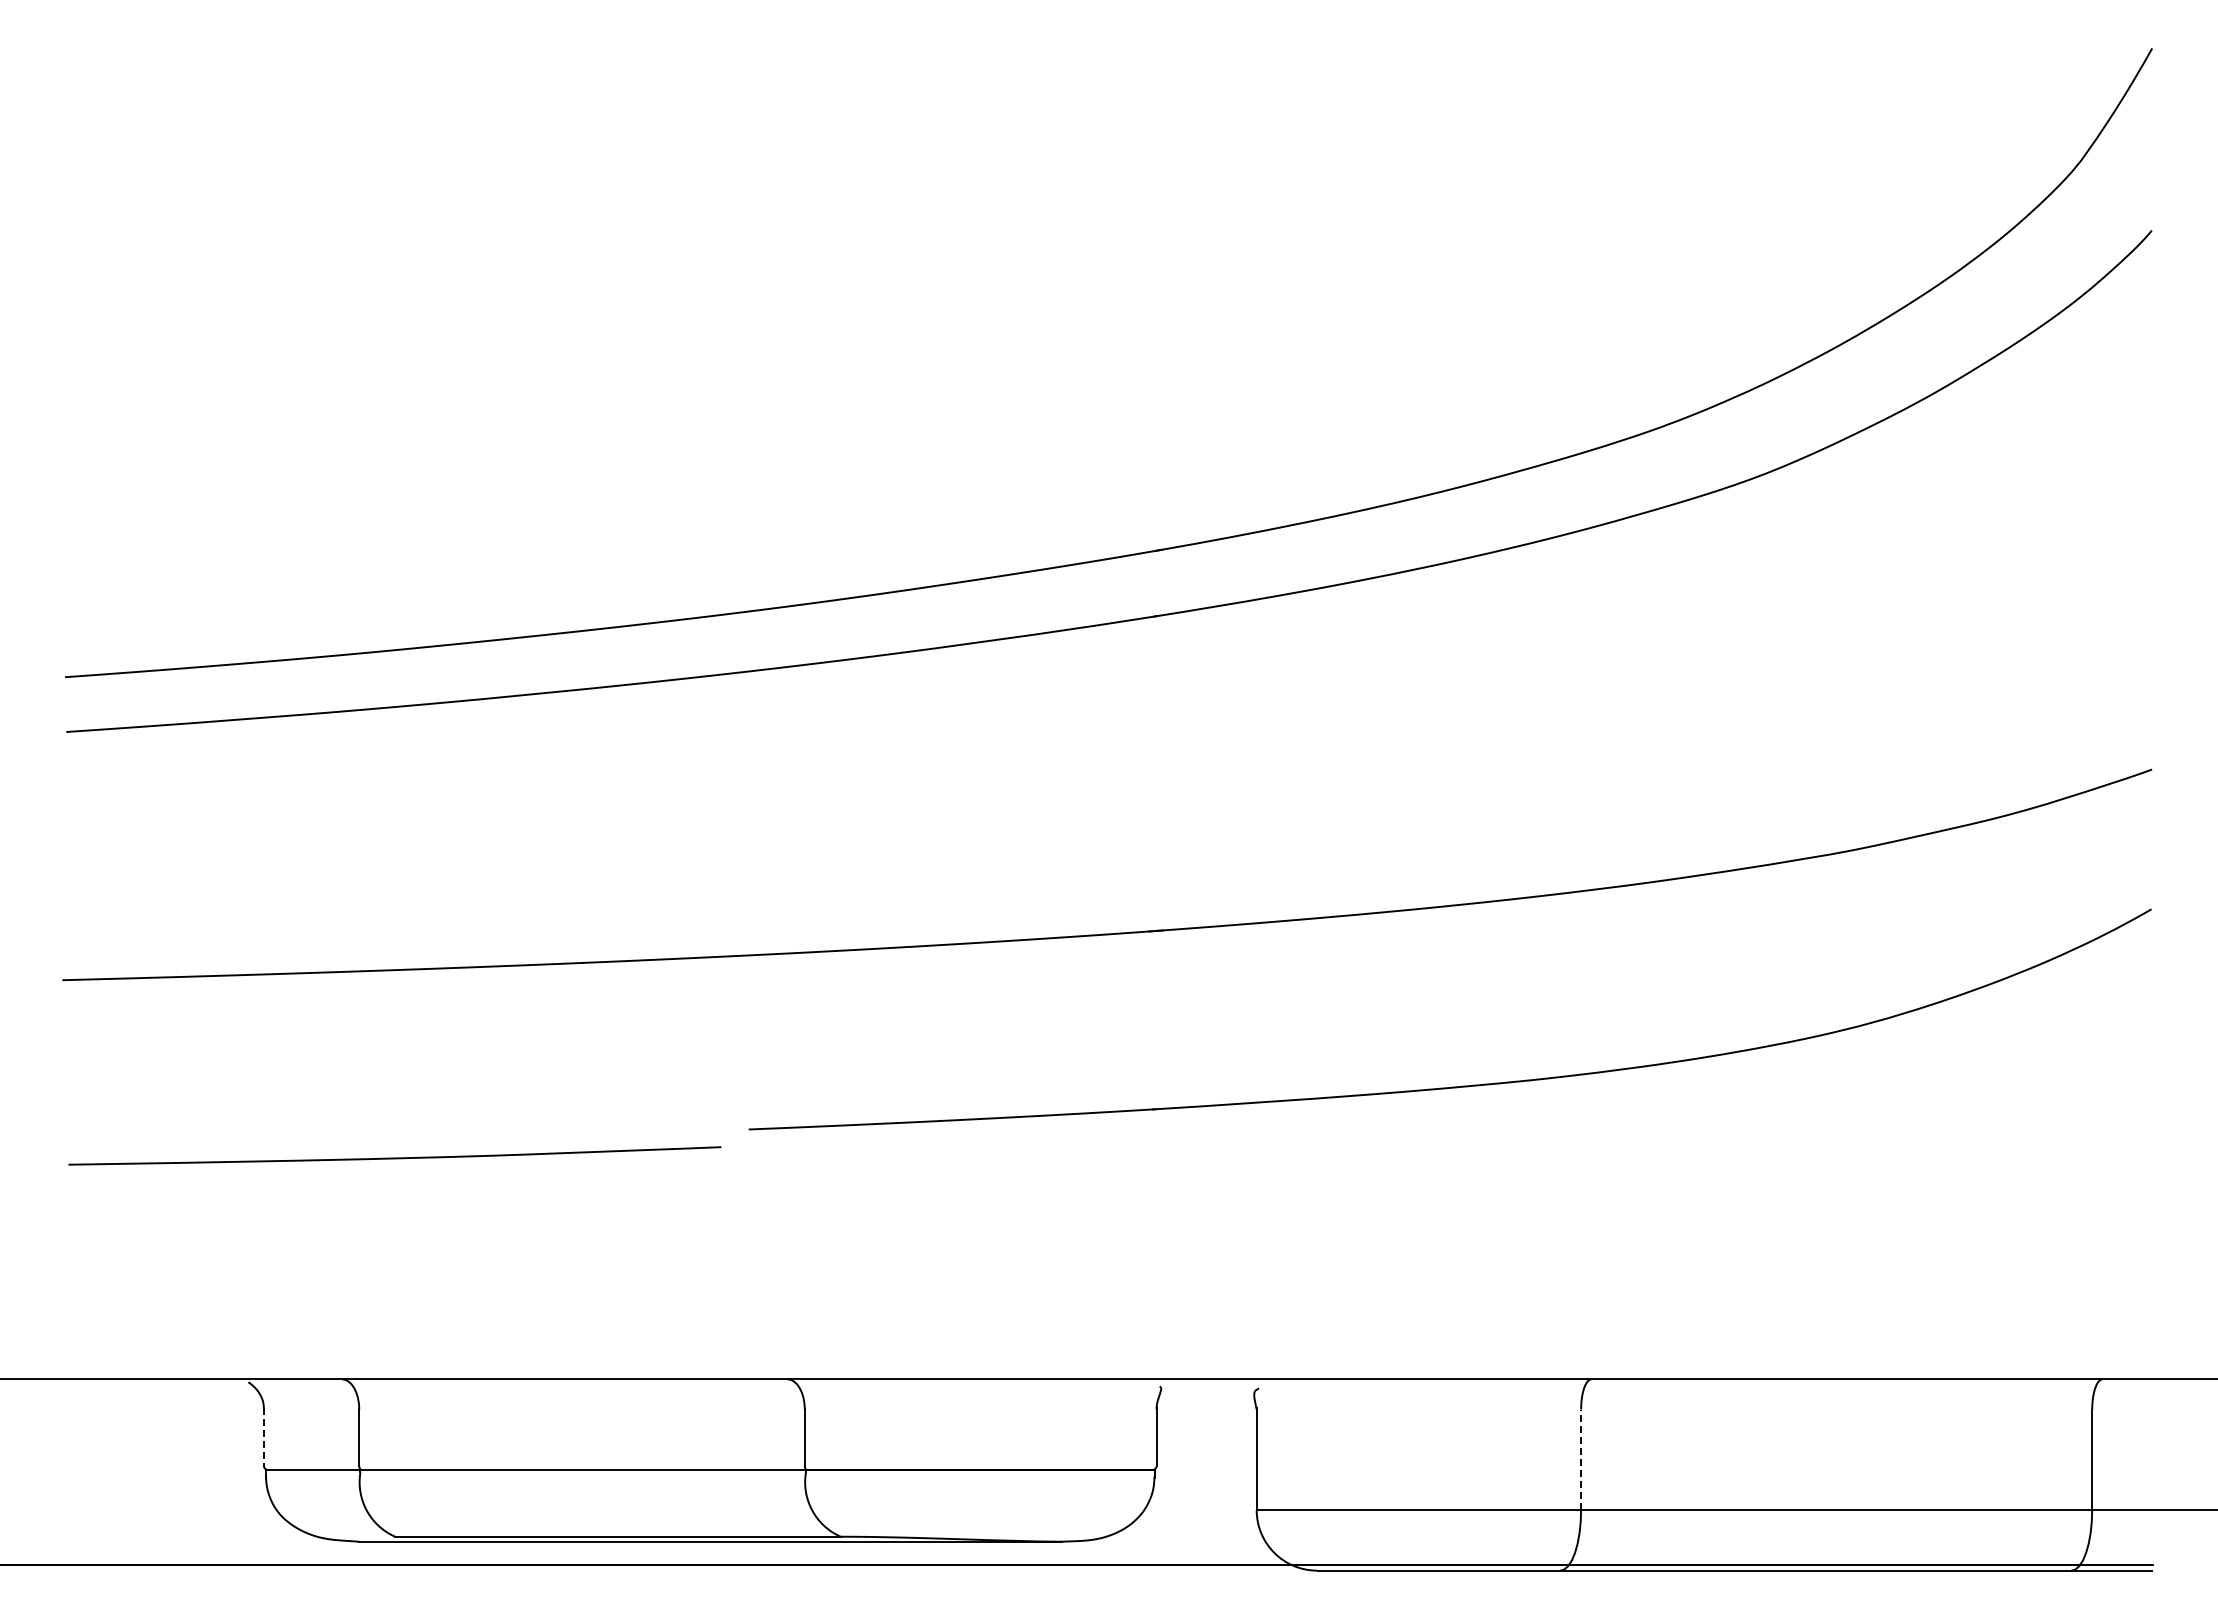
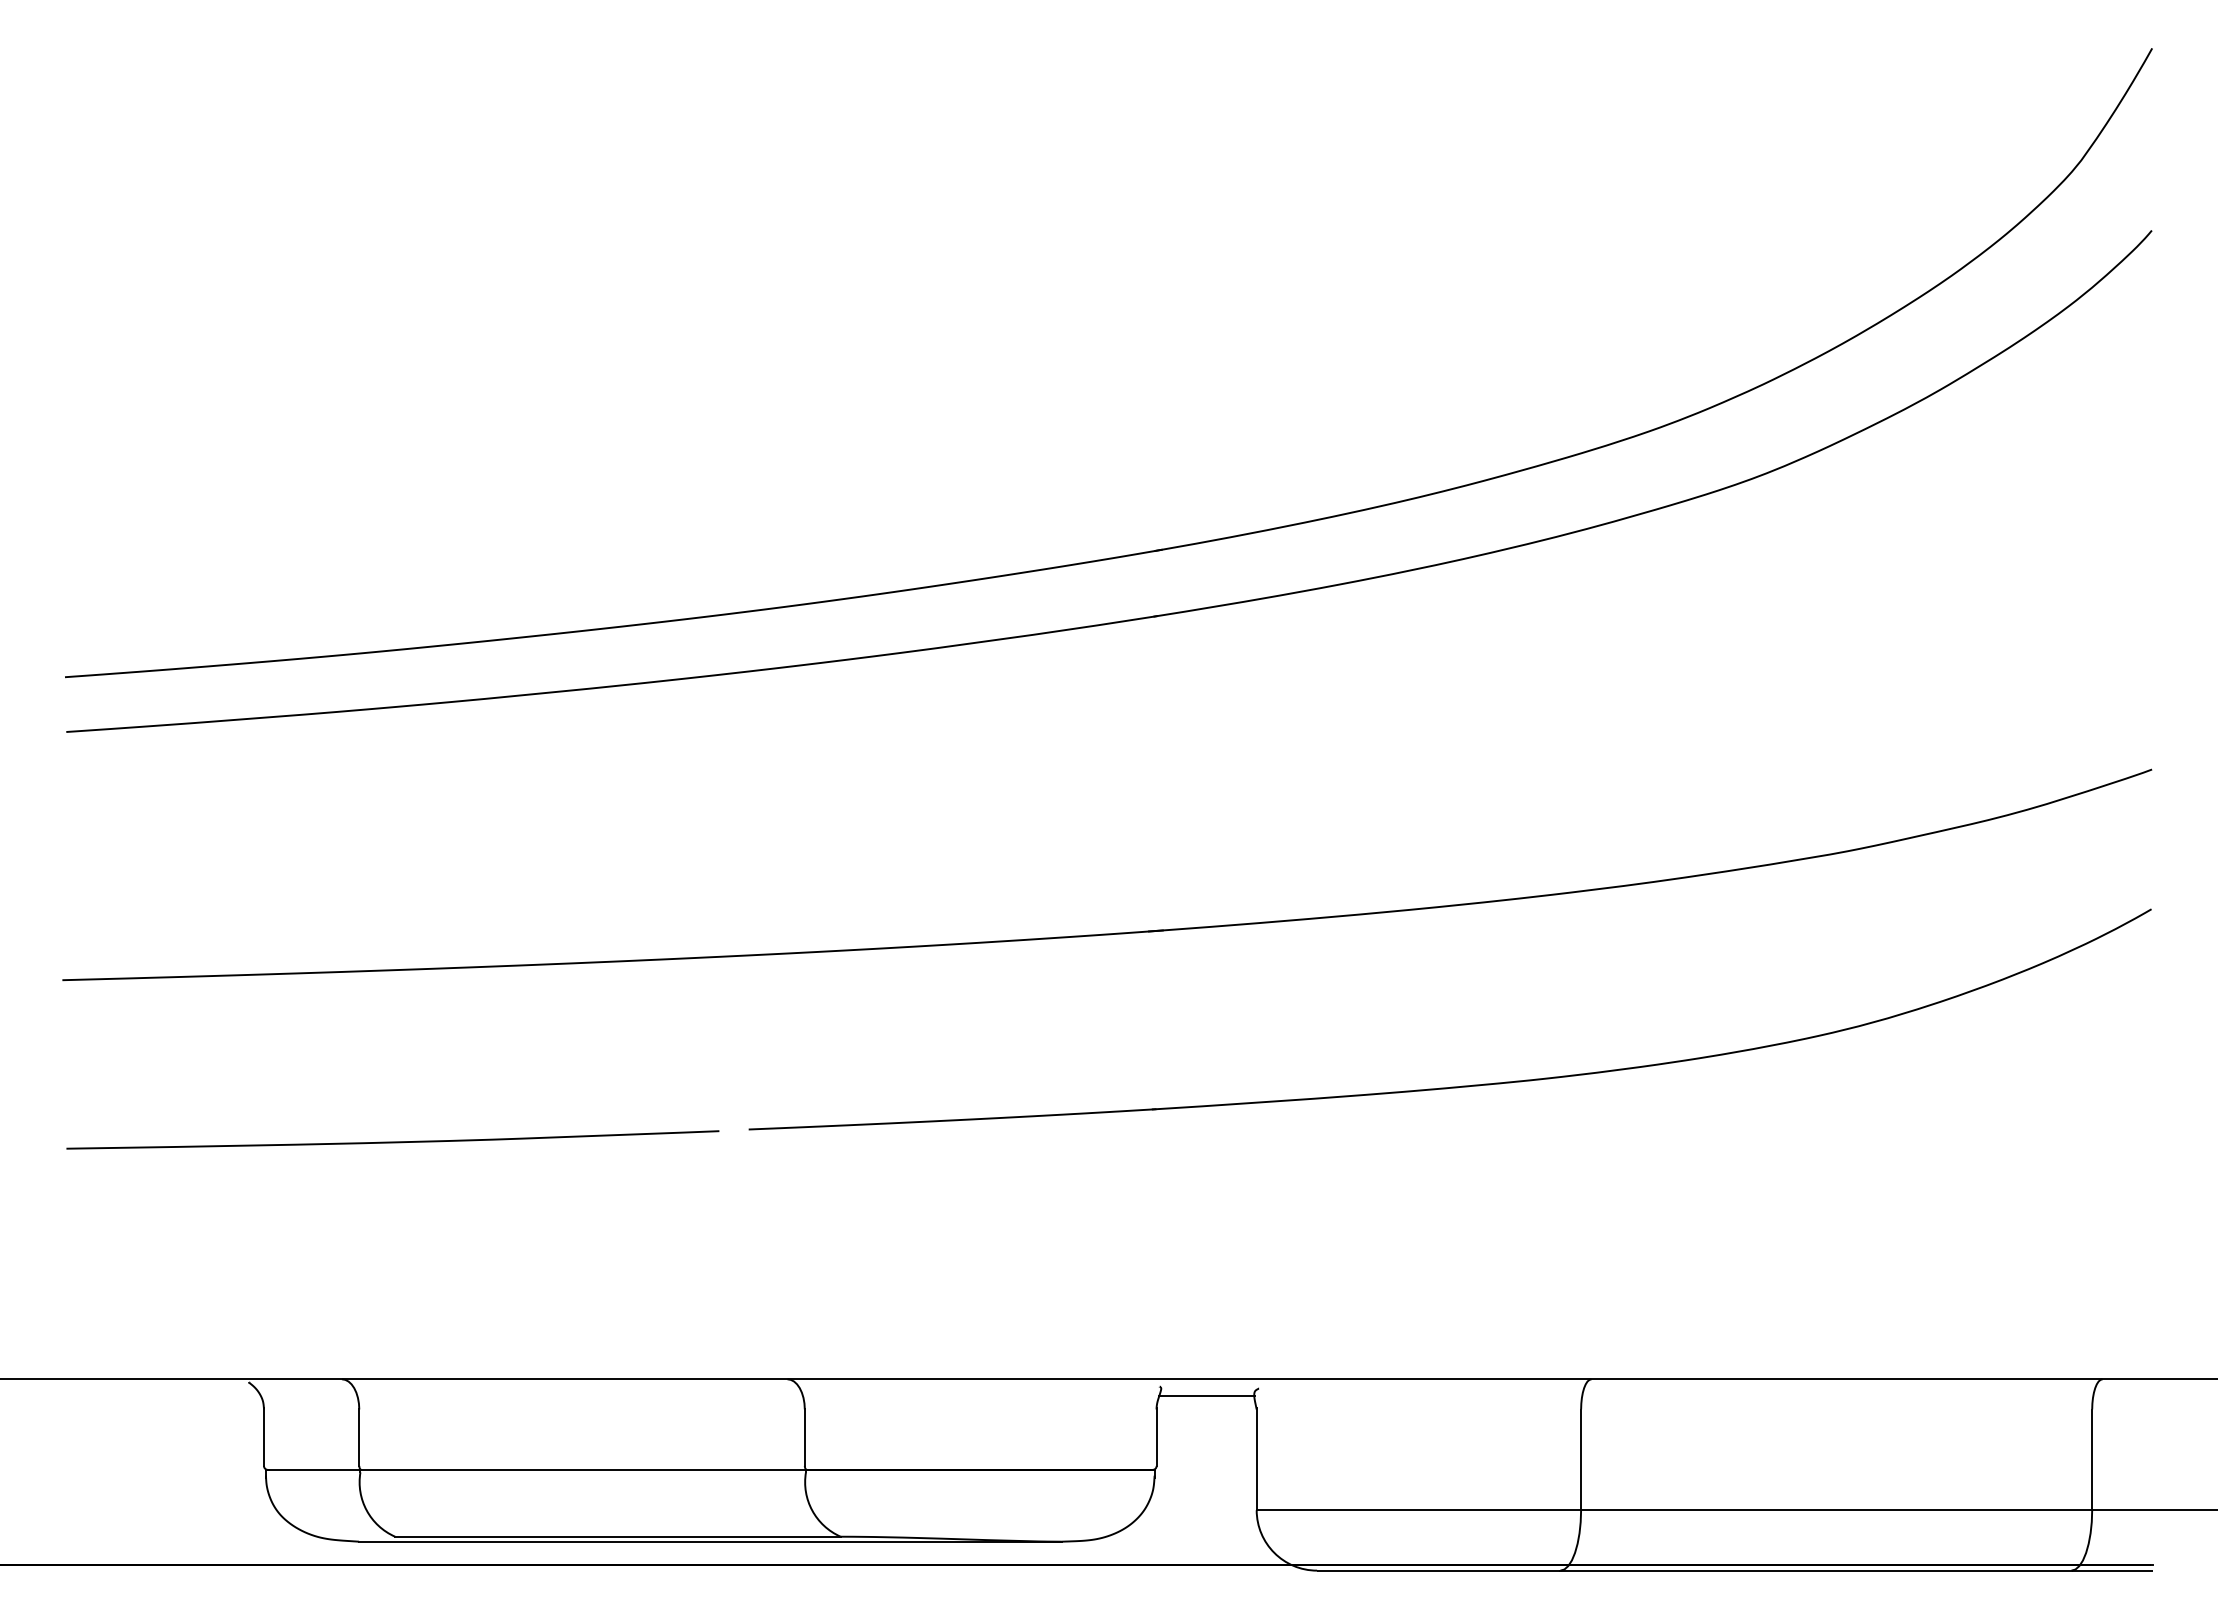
curve at (394, 1157) position: (394, 1157) -> (392, 1141)
line at (1207, 1396): none -> present
line at (263, 1437): dashed -> solid
line at (1581, 1459): dashed -> solid
